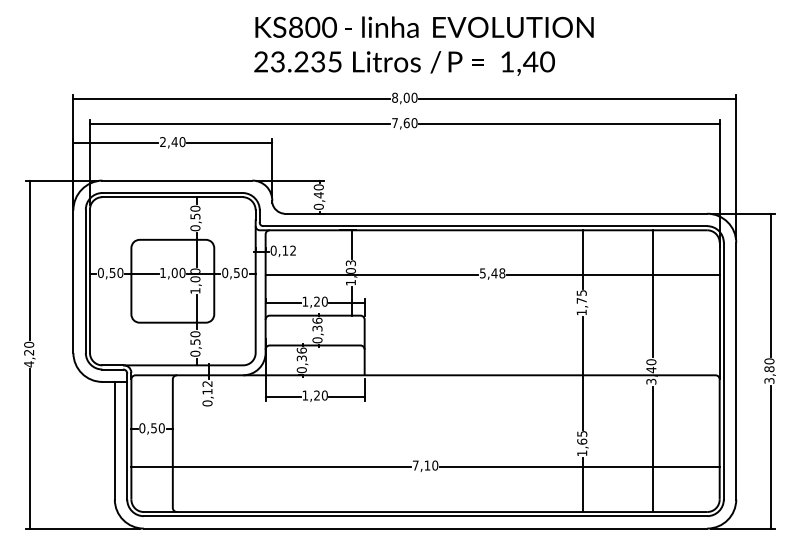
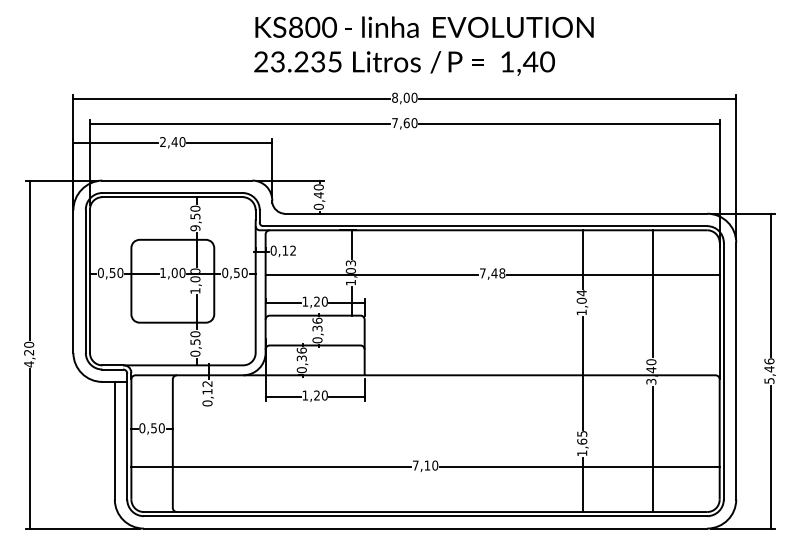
text at (195, 228): 0,50 -> 9,50
text at (482, 273): 5,48 -> 7,48
text at (581, 296): 1,75 -> 1,04
text at (769, 370): 3,80 -> 5,46
